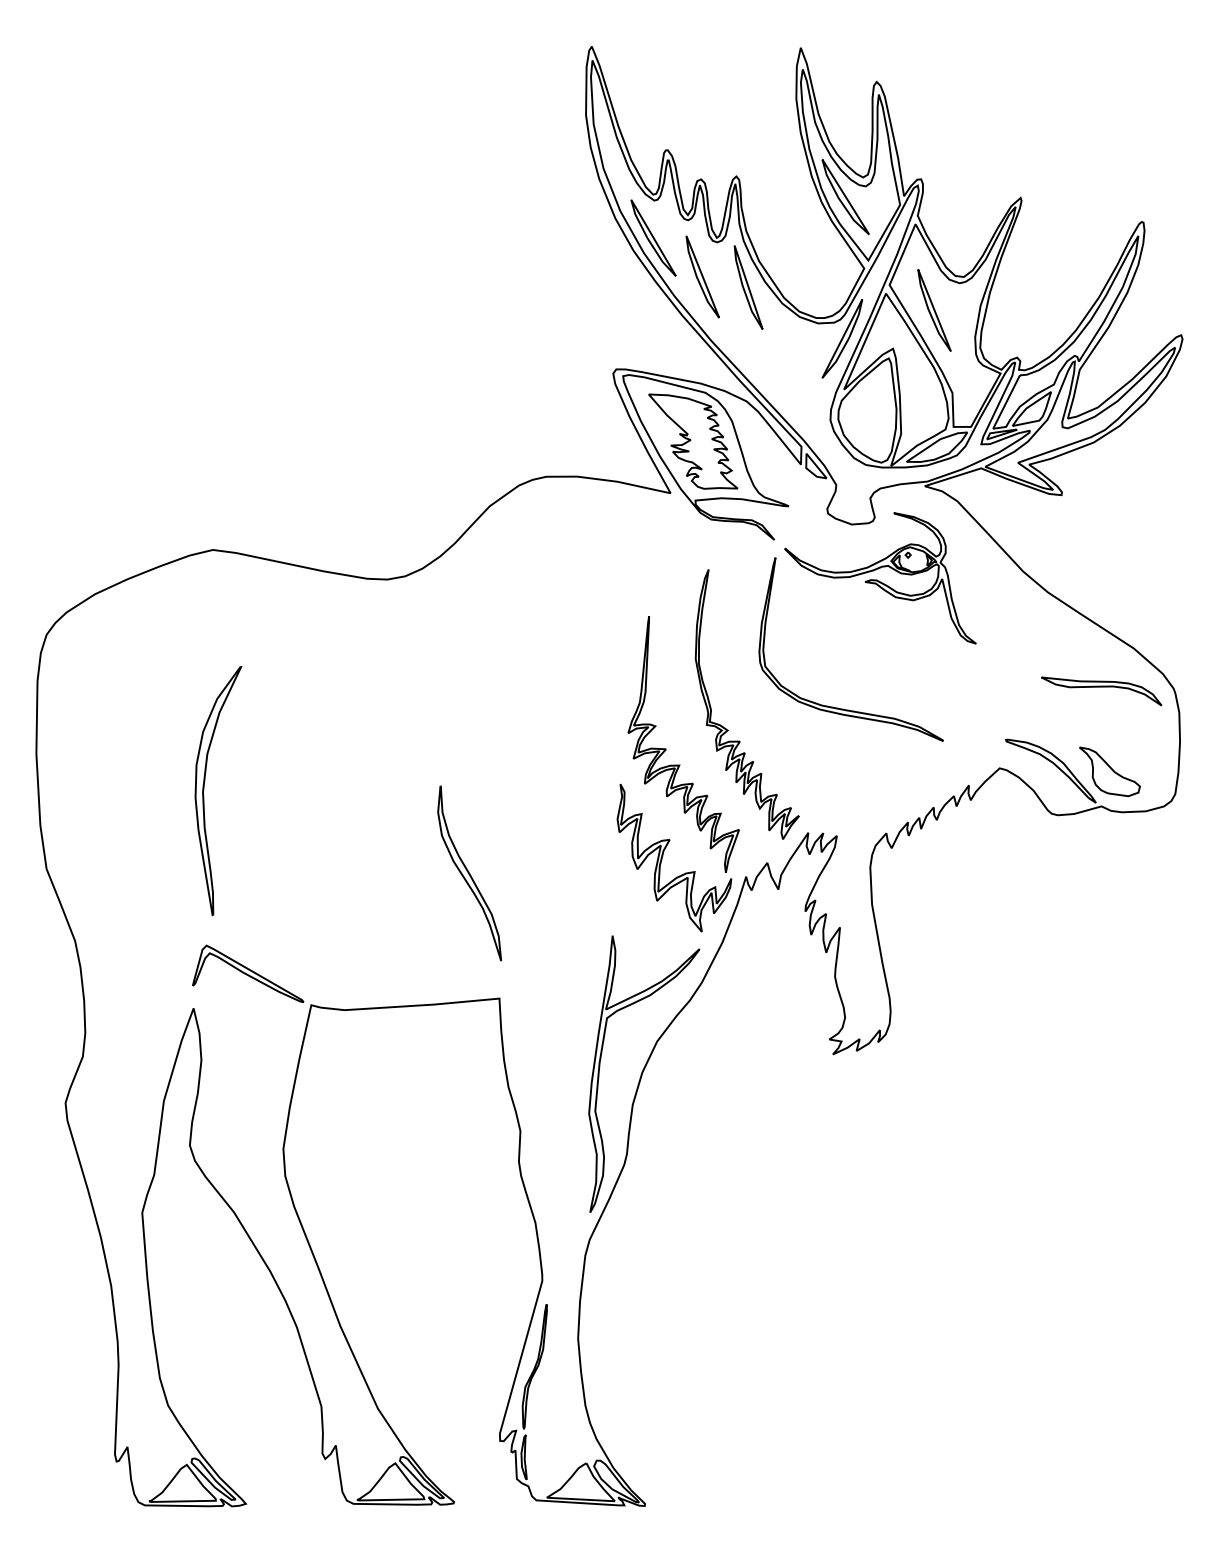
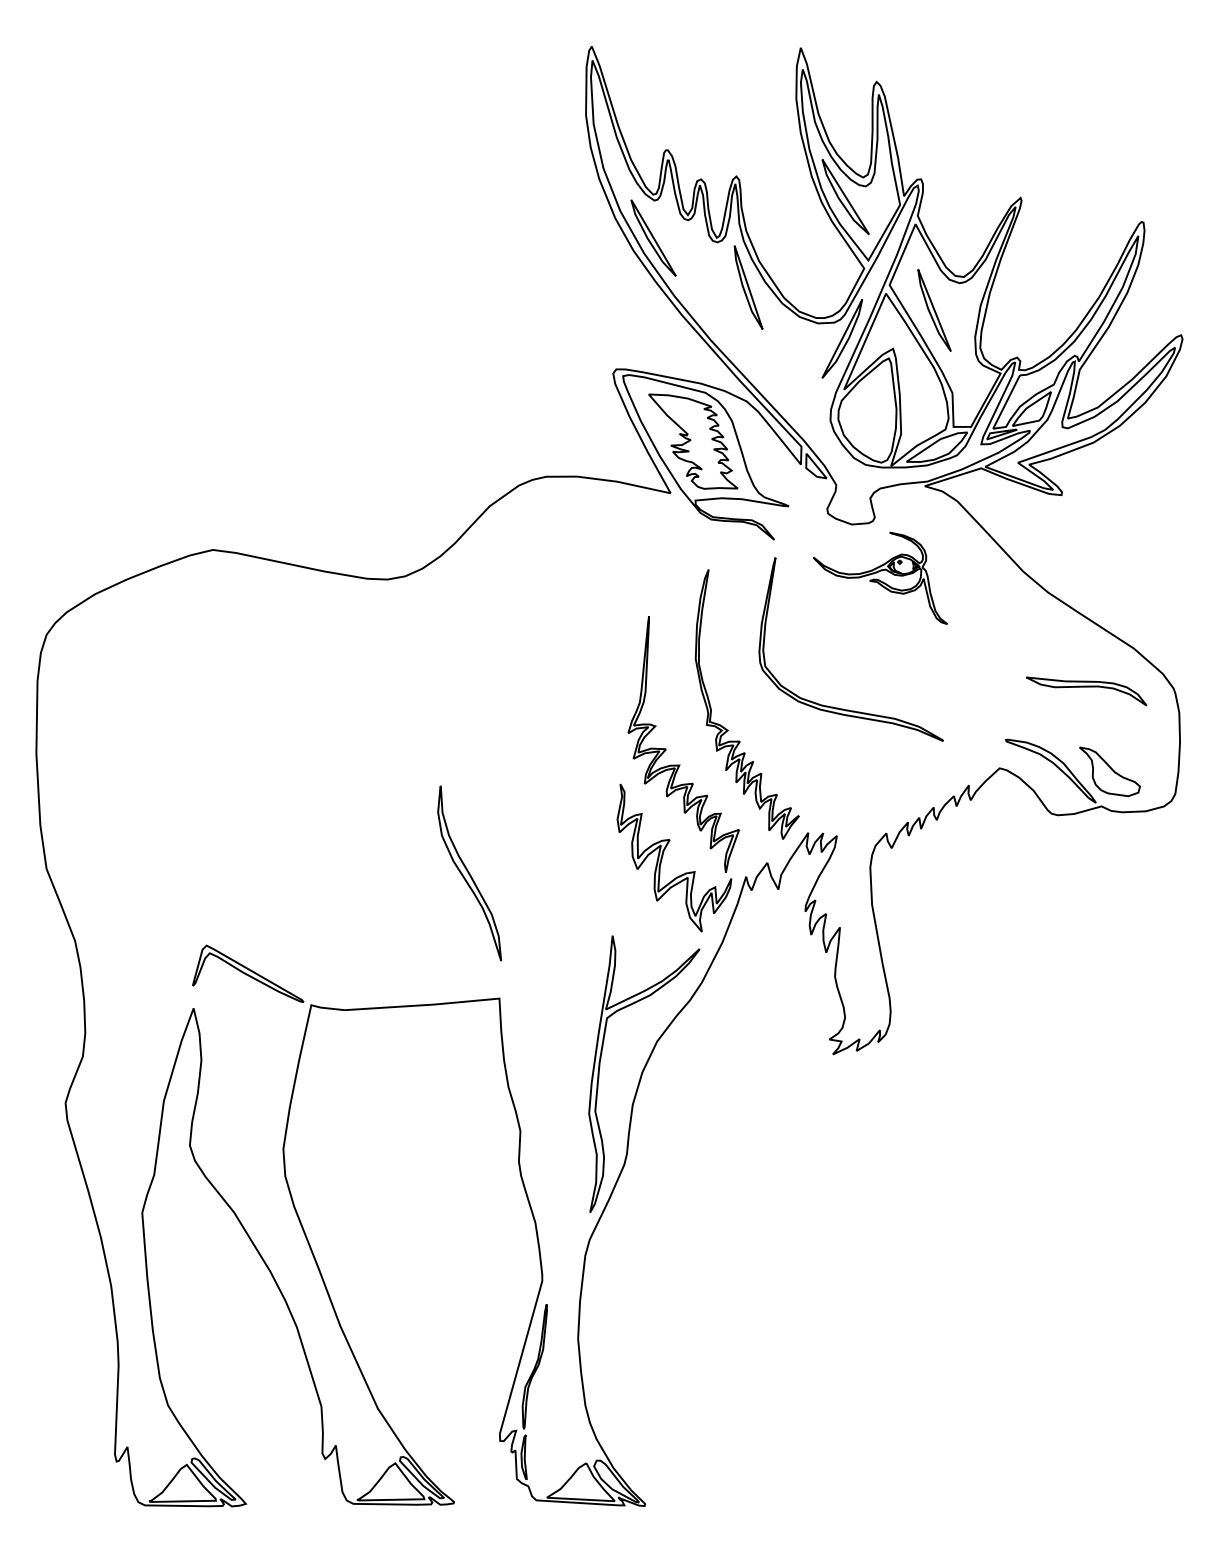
part at (702, 276): present -> none
part at (880, 578) size: 193x133 px -> 135x94 px
part at (1101, 691) position: (1101, 691) -> (1086, 691)
part at (204, 790): present -> none
